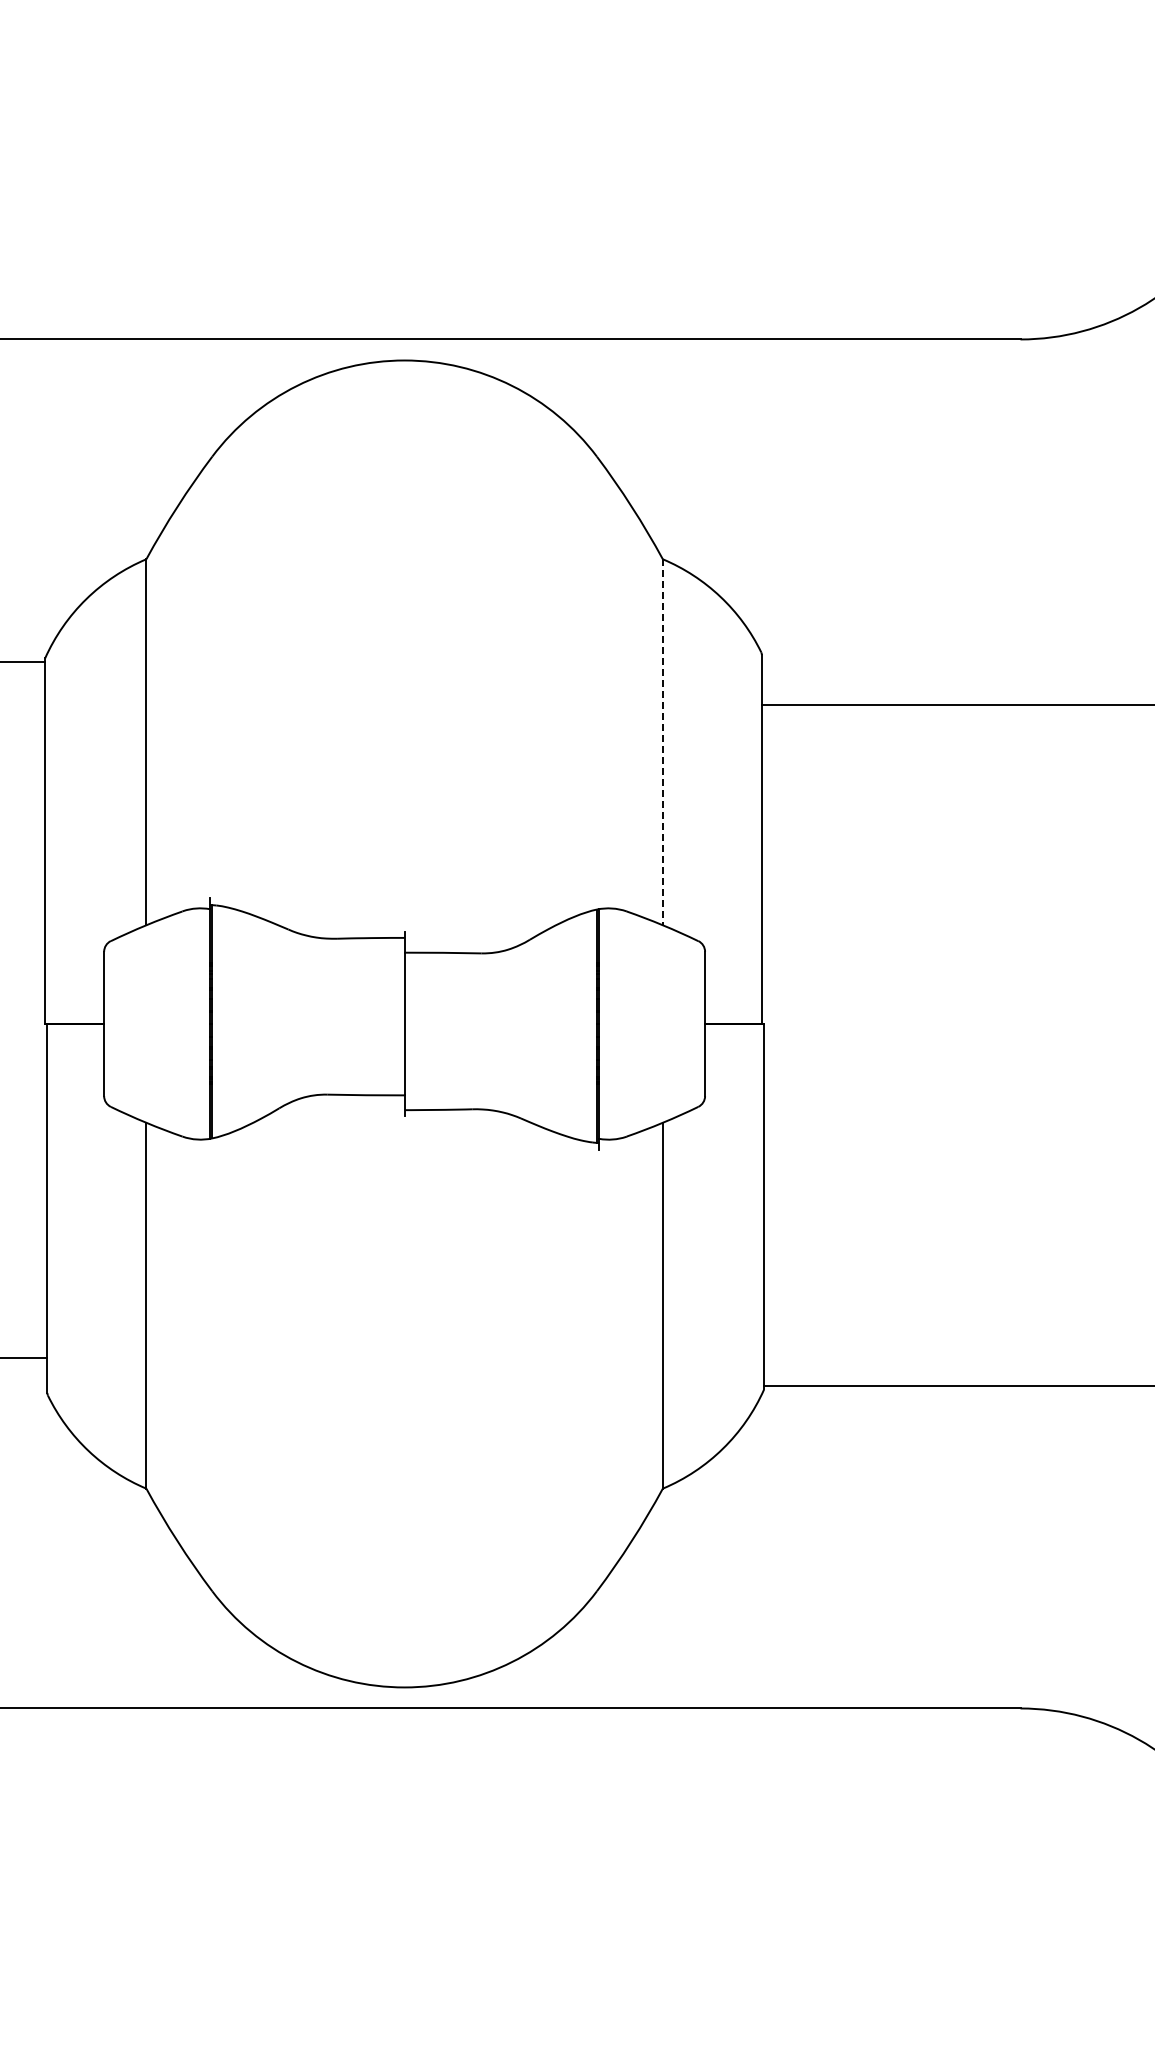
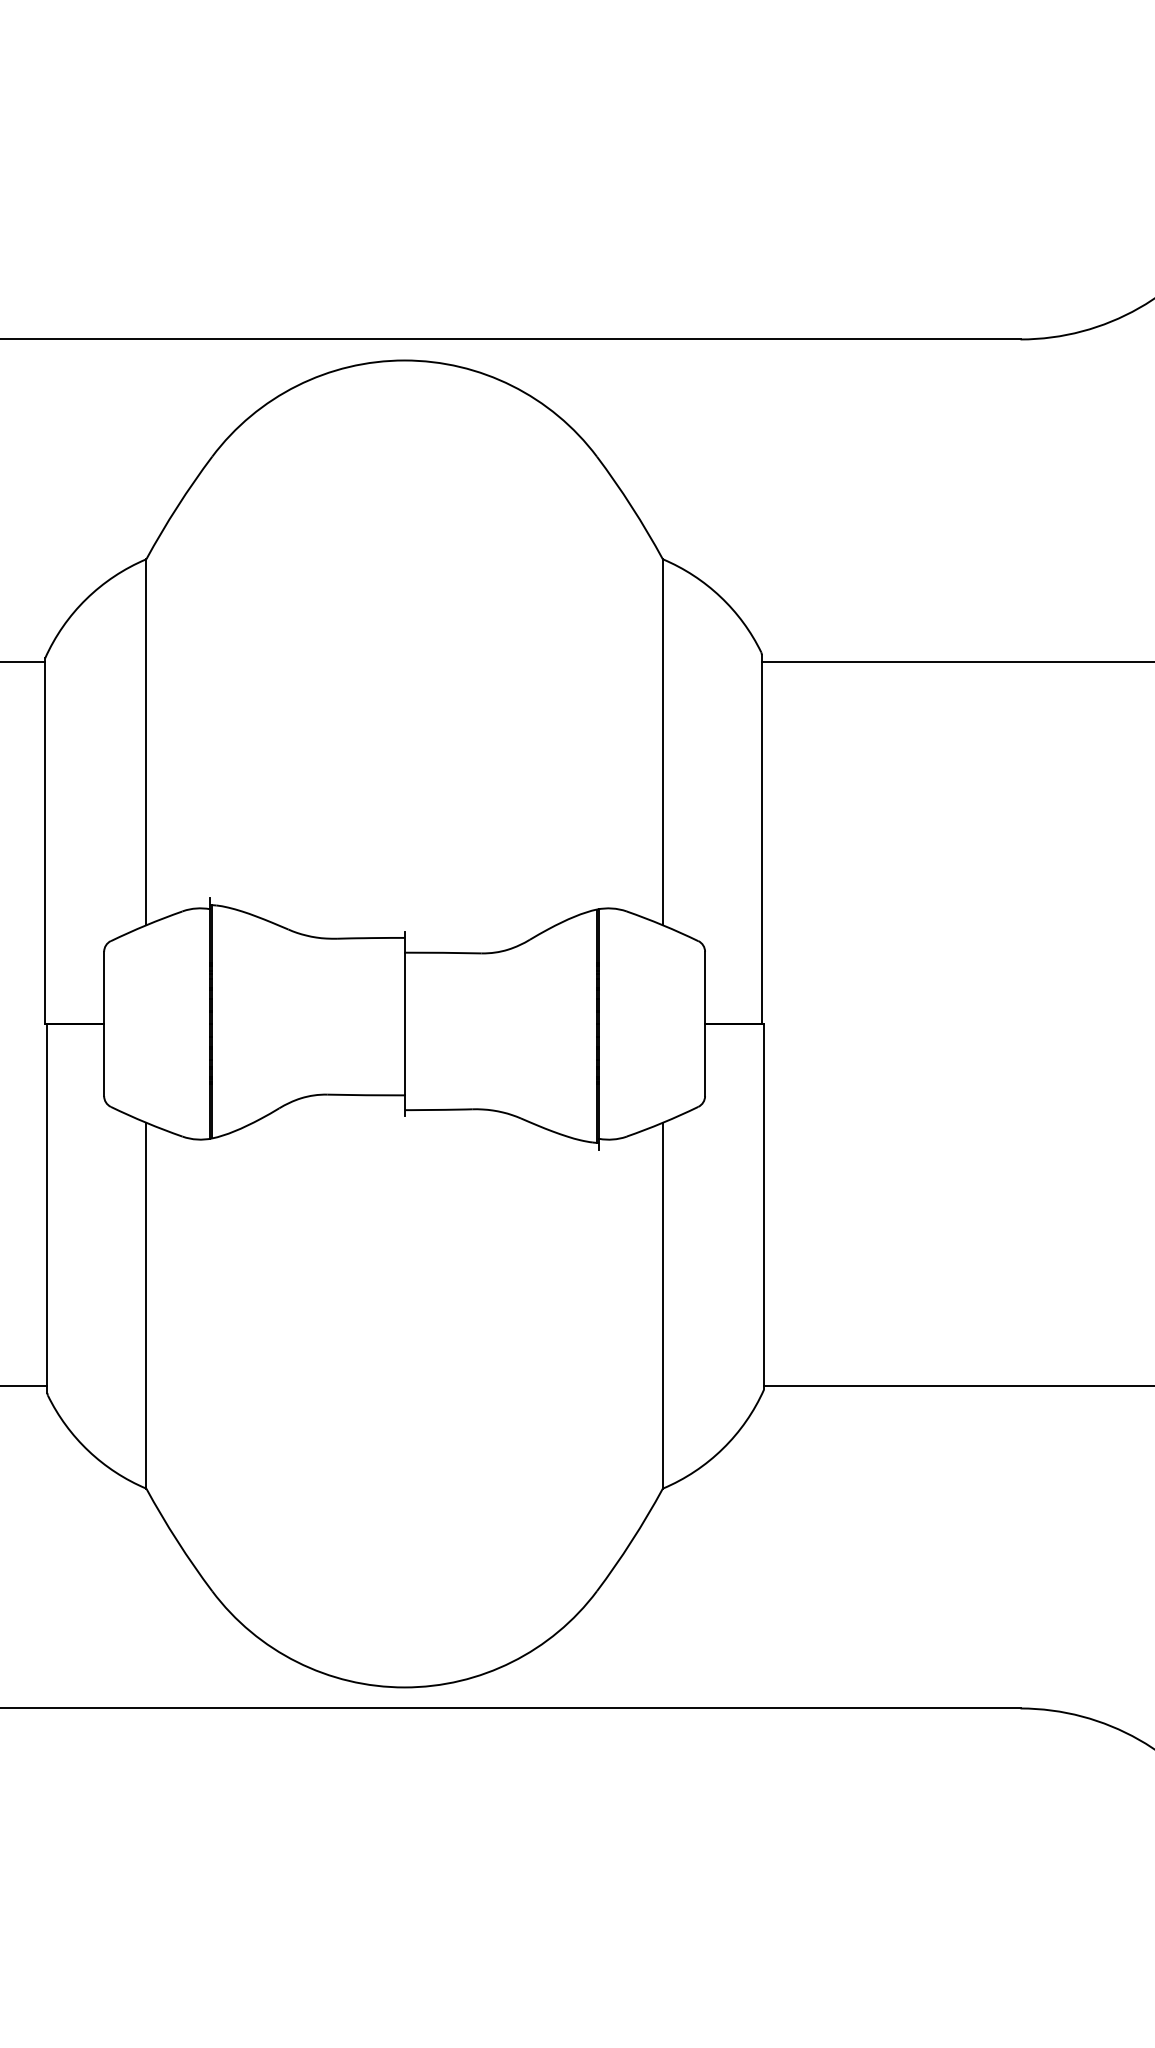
line at (956, 704) position: (956, 704) -> (956, 661)
line at (662, 742): dashed -> solid
line at (24, 1358) position: (24, 1358) -> (24, 1386)
